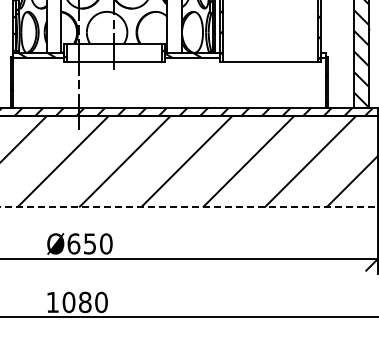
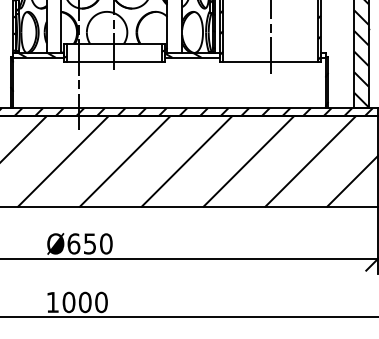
line at (270, 37): none -> present
line at (189, 207): dashed -> solid
text at (84, 302): 1080 -> 1000
